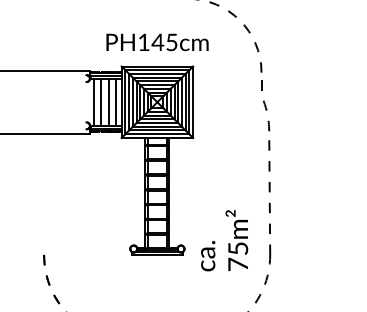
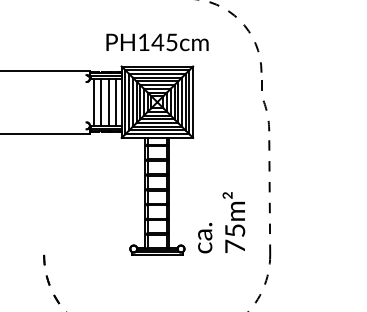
text at (224, 240) position: (224, 240) -> (221, 222)
